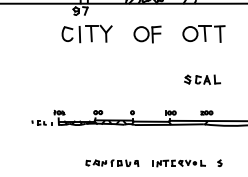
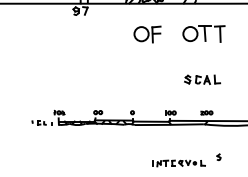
part at (86, 33): present -> none
part at (112, 162): present -> none
part at (219, 162) position: (219, 162) -> (218, 156)
